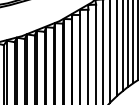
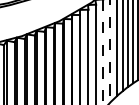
line at (110, 51): solid -> dashed
line at (103, 52): solid -> dashed
